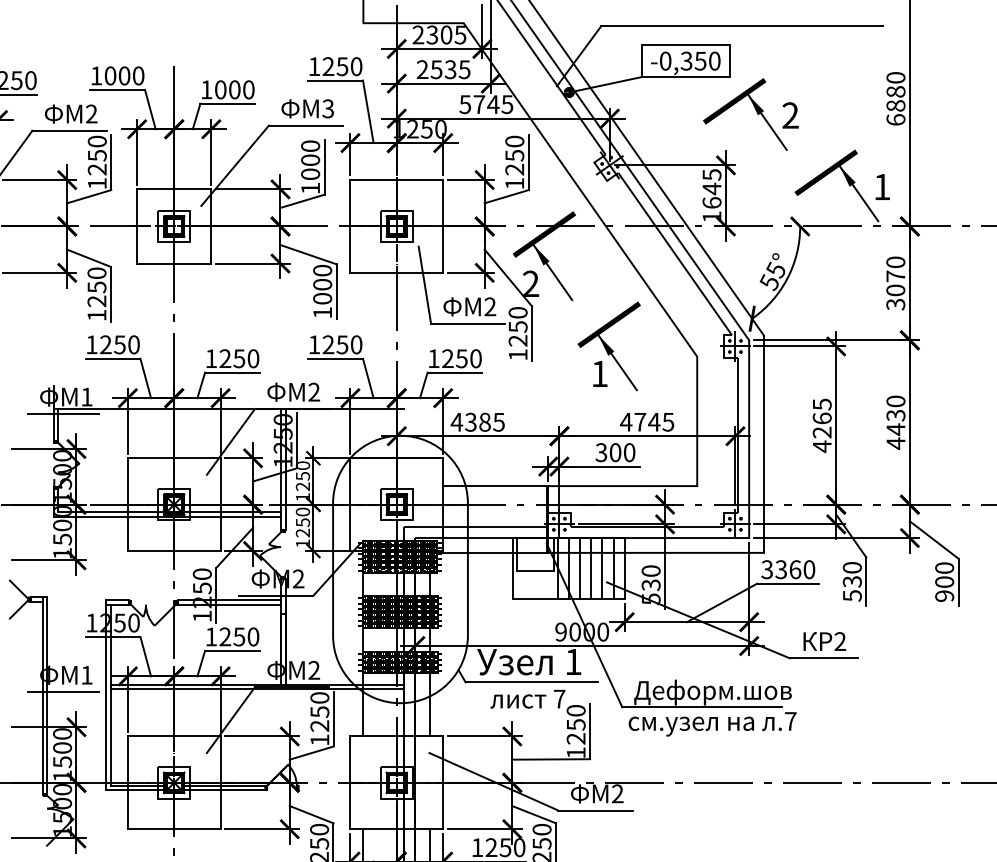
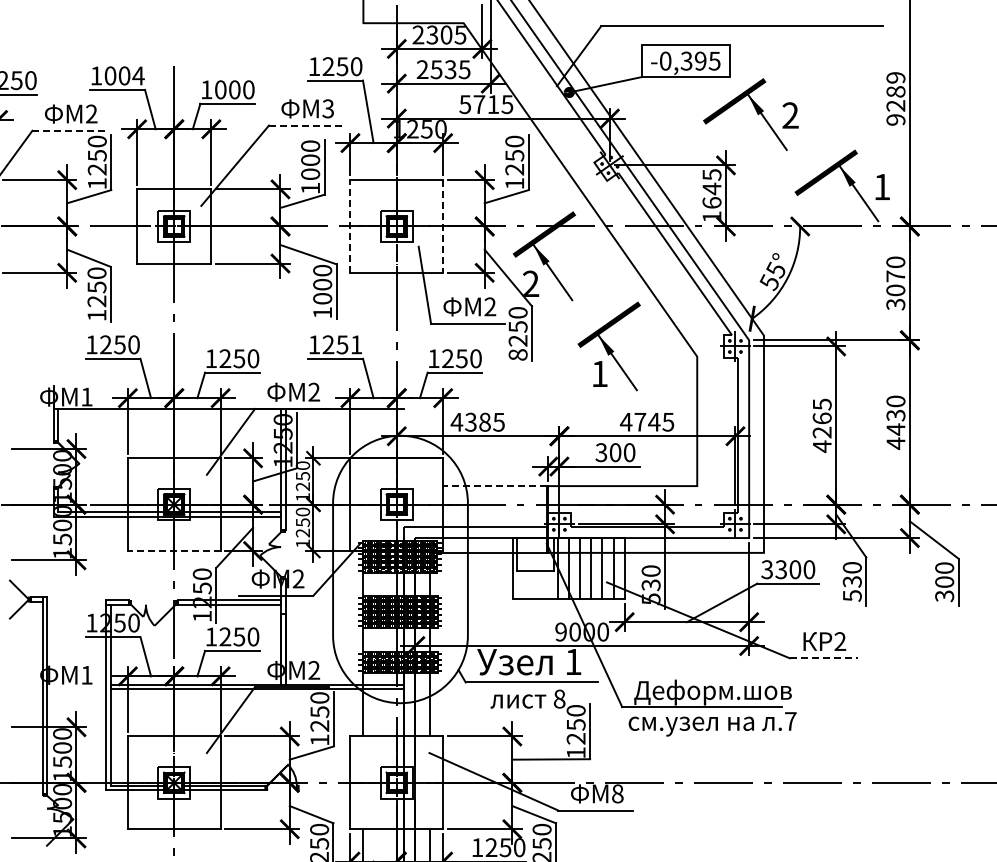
text at (707, 60): -0,350 -> -0,395
text at (138, 75): 1000 -> 1004
text at (895, 98): 6880 -> 9289
text at (493, 104): 5745 -> 5715
line at (306, 125): solid -> dashed
line at (69, 130): solid -> dashed
line at (350, 225): solid -> dashed
line at (443, 226): solid -> dashed
text at (356, 344): 1250 -> 1251
text at (517, 354): 1250 -> 8250
line at (62, 413): present -> none
line at (494, 486): solid -> dashed
line at (173, 551): solid -> dashed
text at (795, 569): 3360 -> 3300
text at (944, 596): 900 -> 300
line at (824, 658): solid -> dashed
line at (62, 691): present -> none
text at (559, 698): 7 -> 8
text at (617, 793): 2 -> 8
